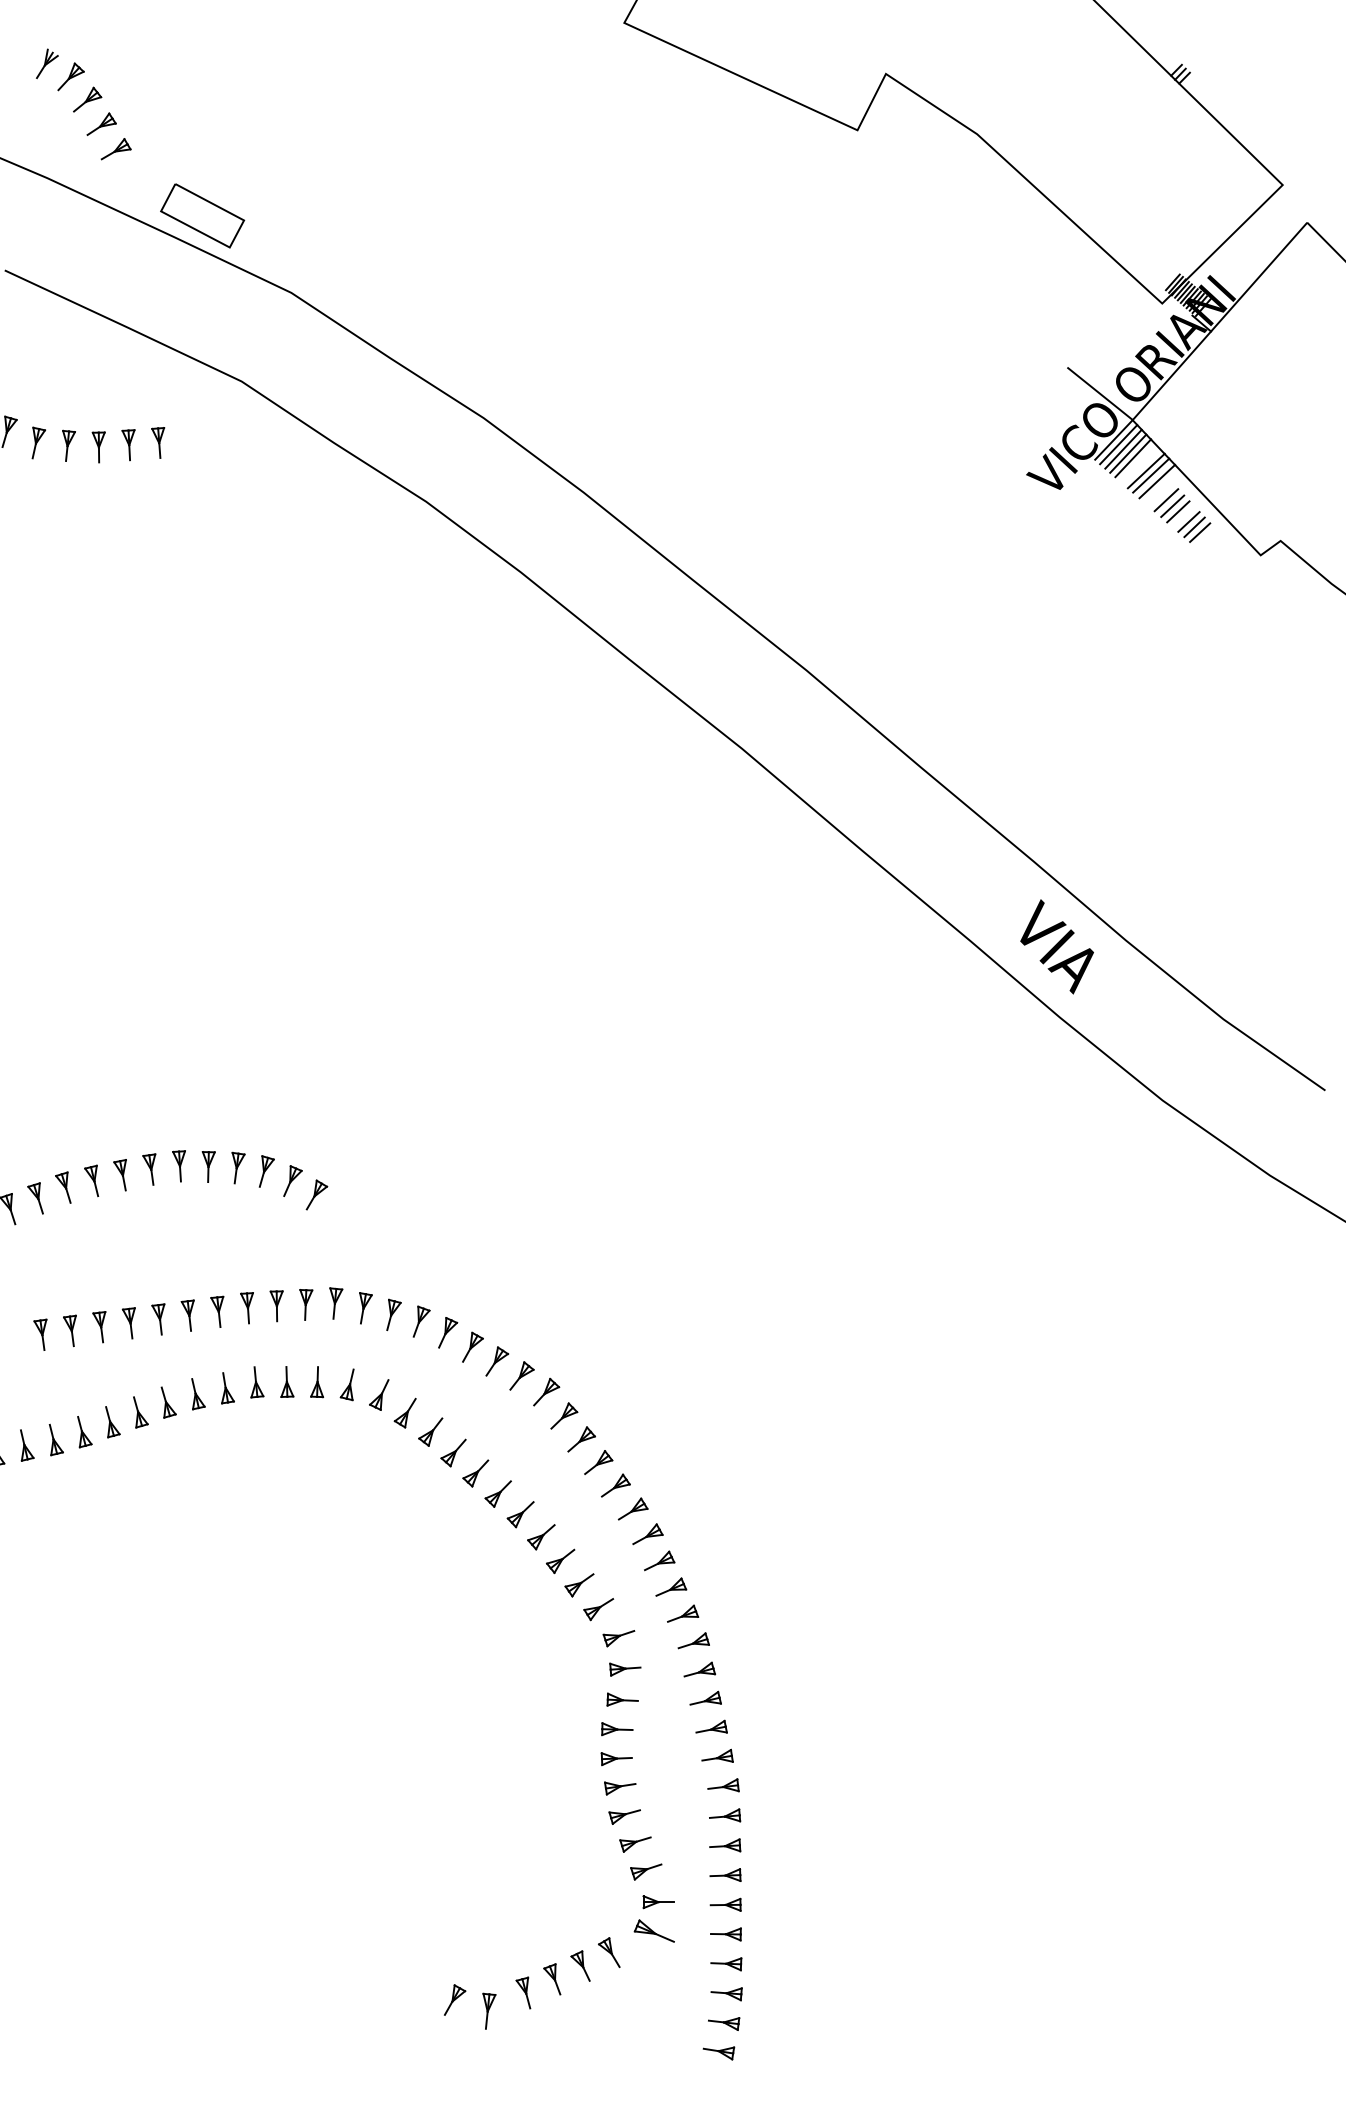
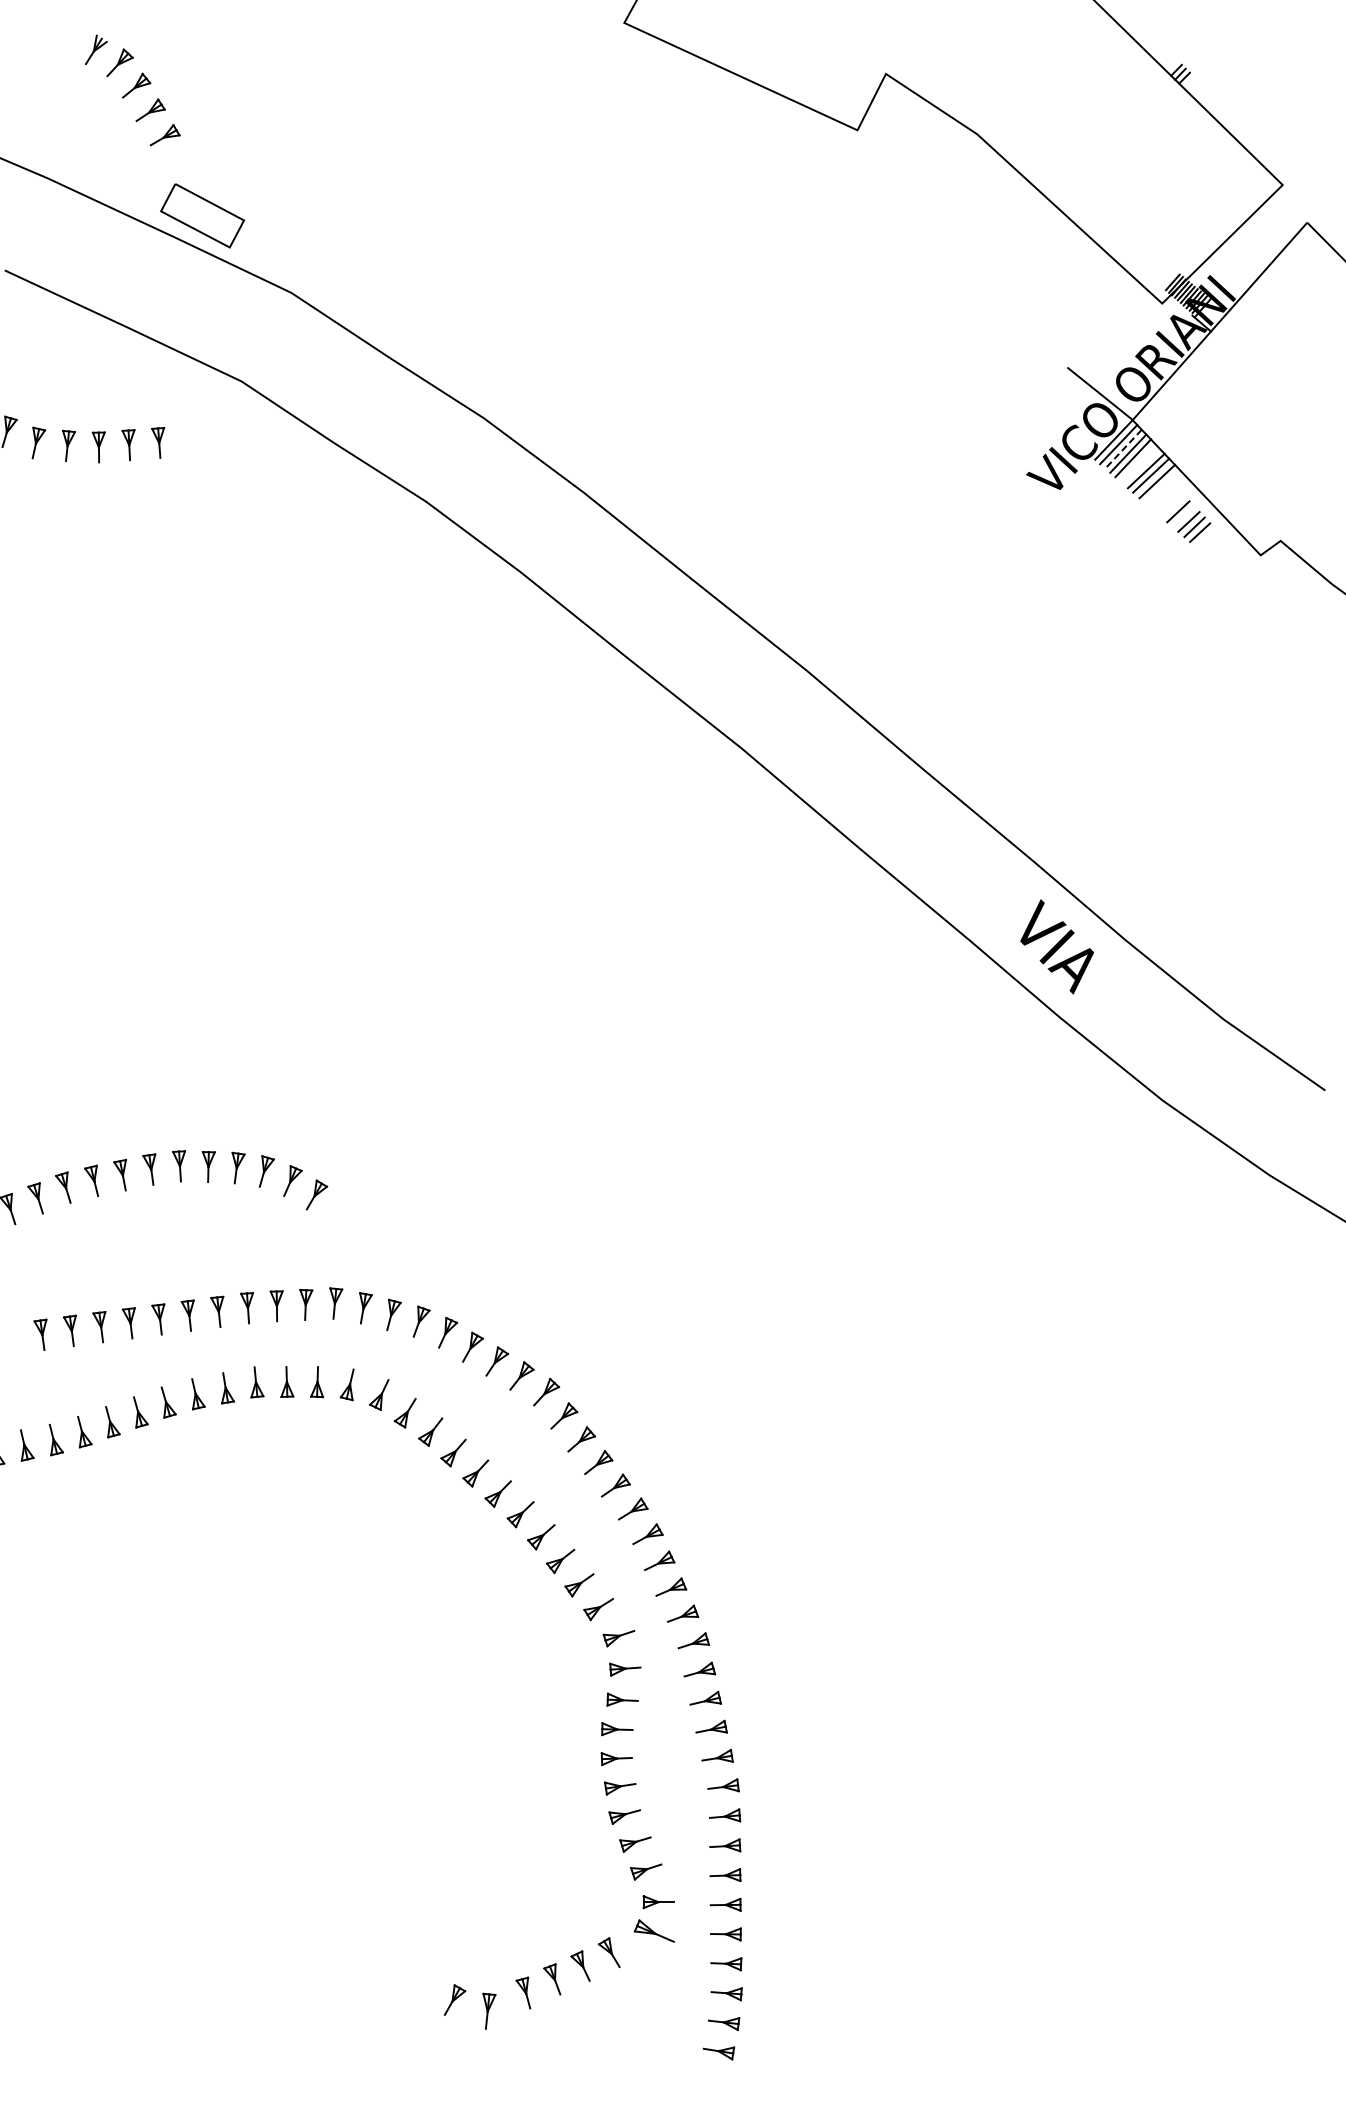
part at (83, 104) position: (83, 104) -> (132, 90)
line at (1123, 449): solid -> dashed
line at (1166, 500): present -> none
line at (1172, 505): present -> none
